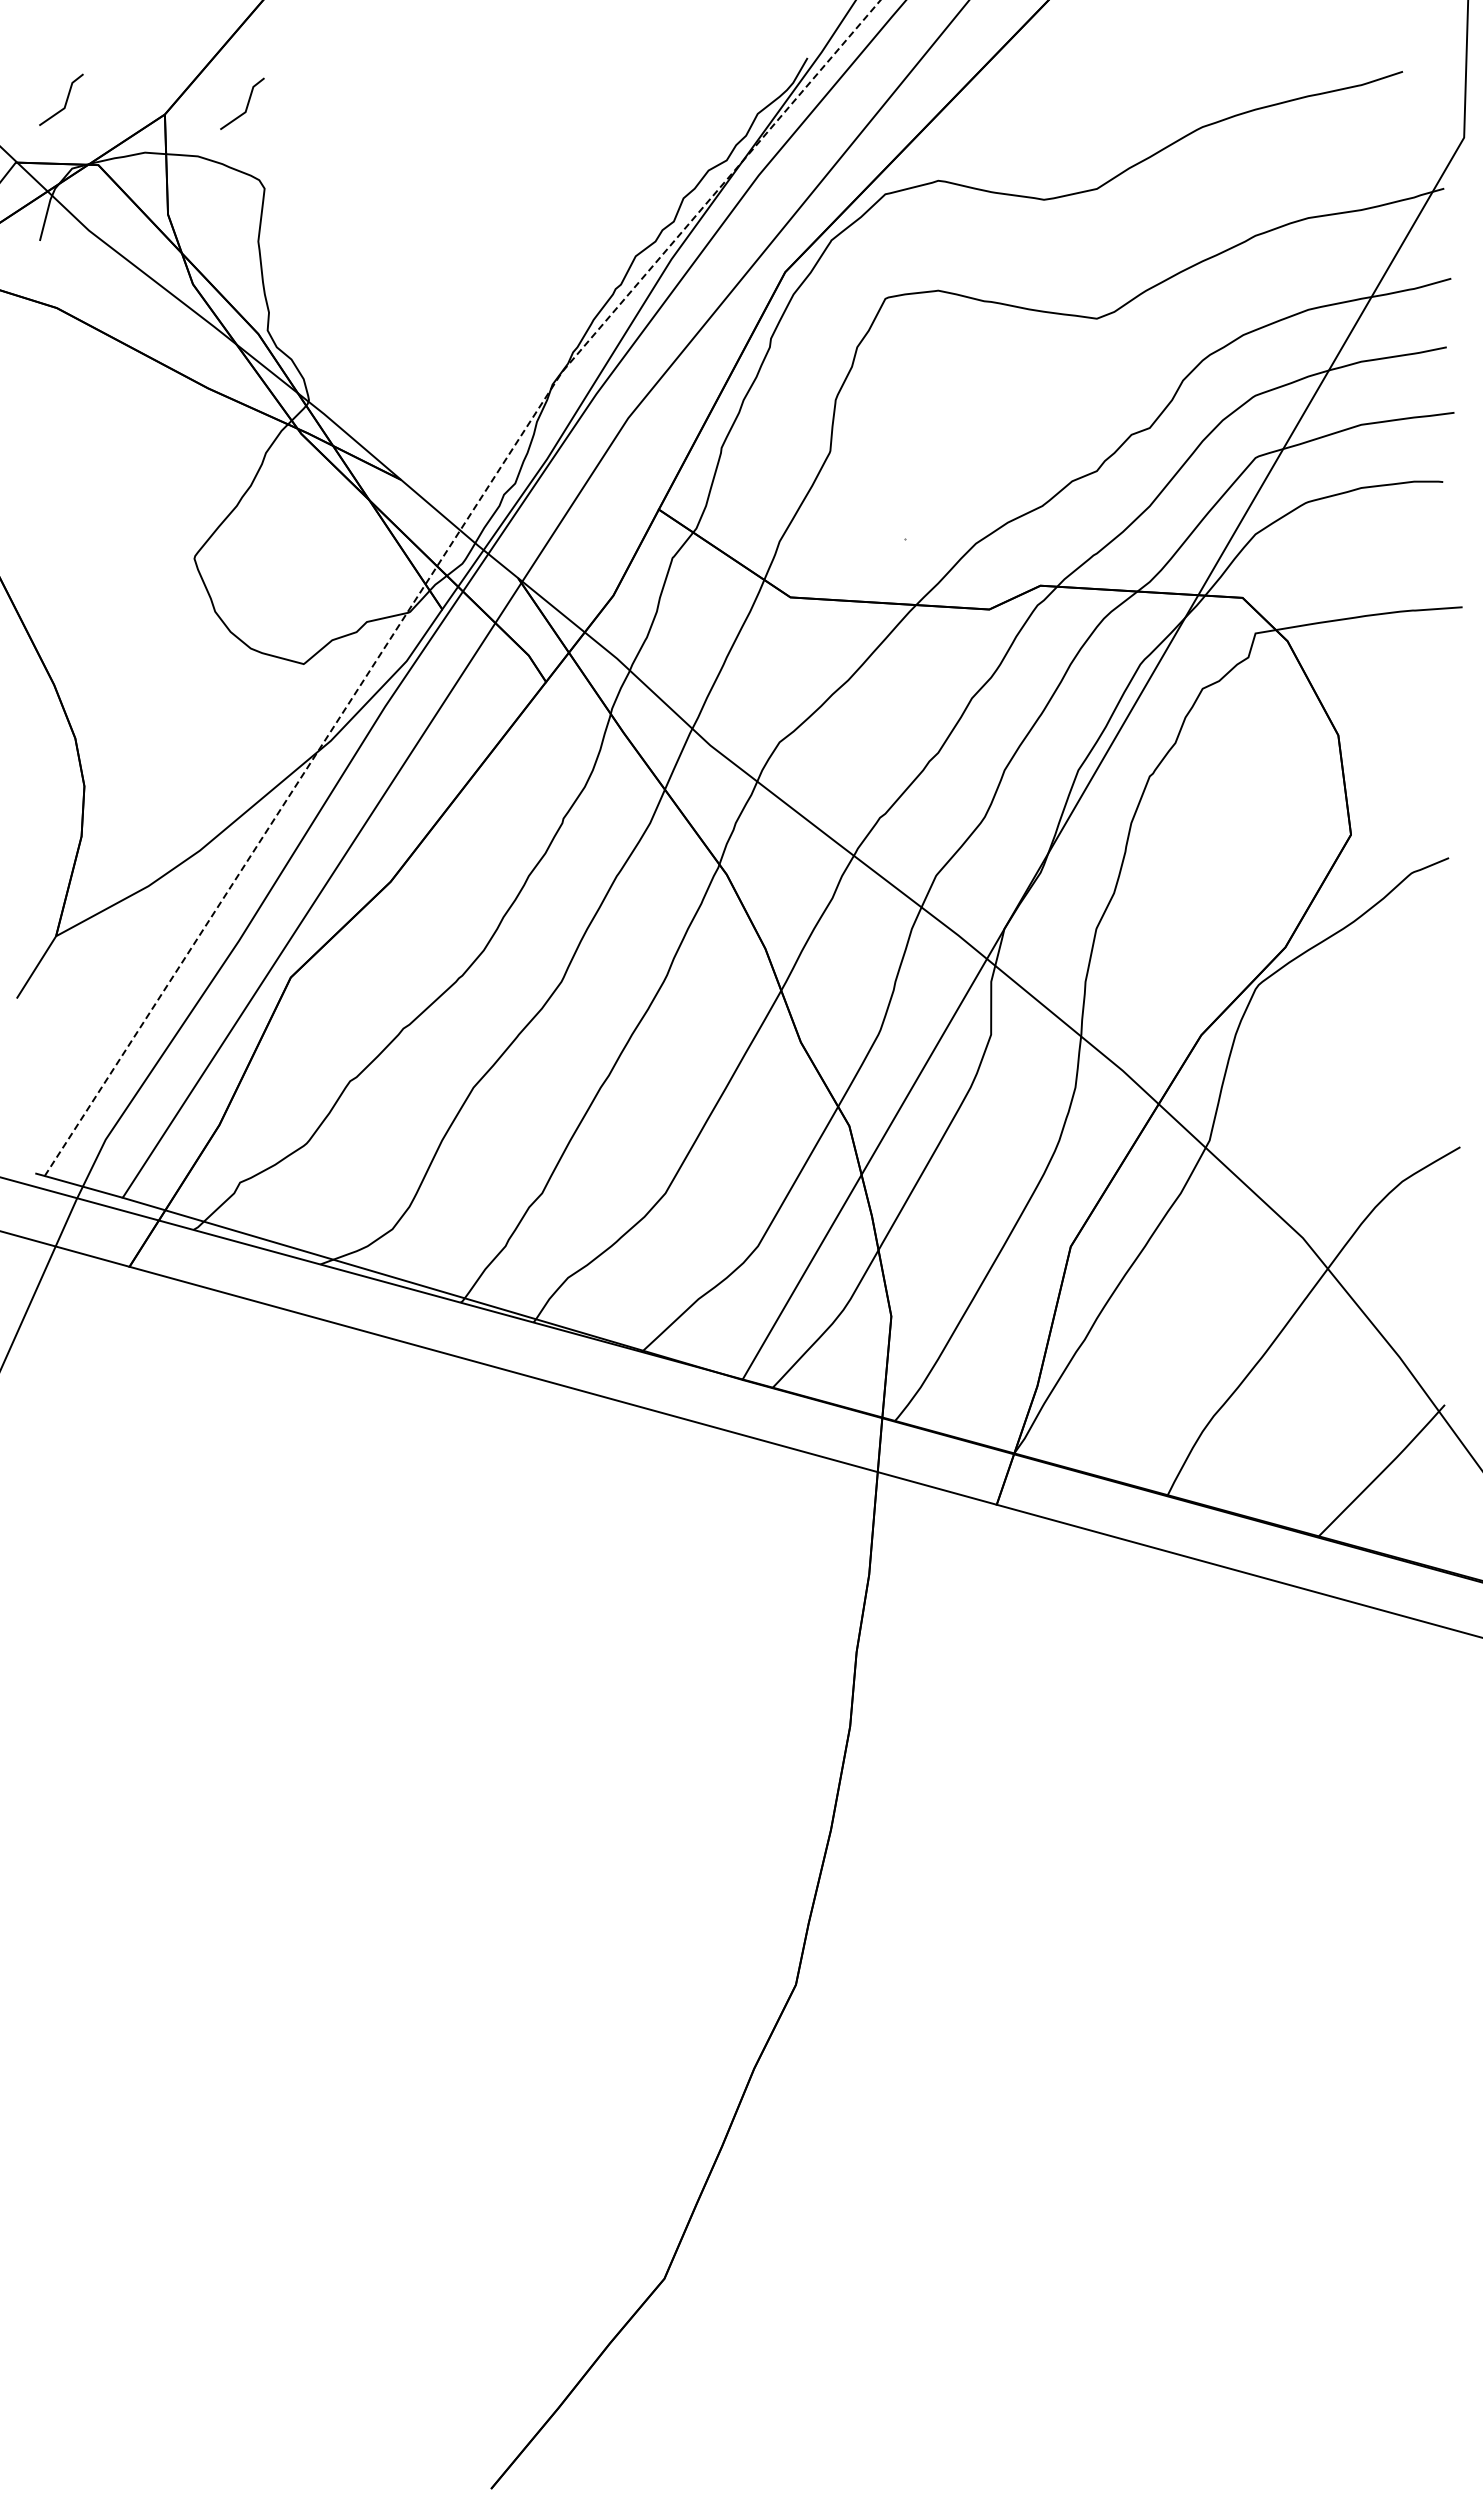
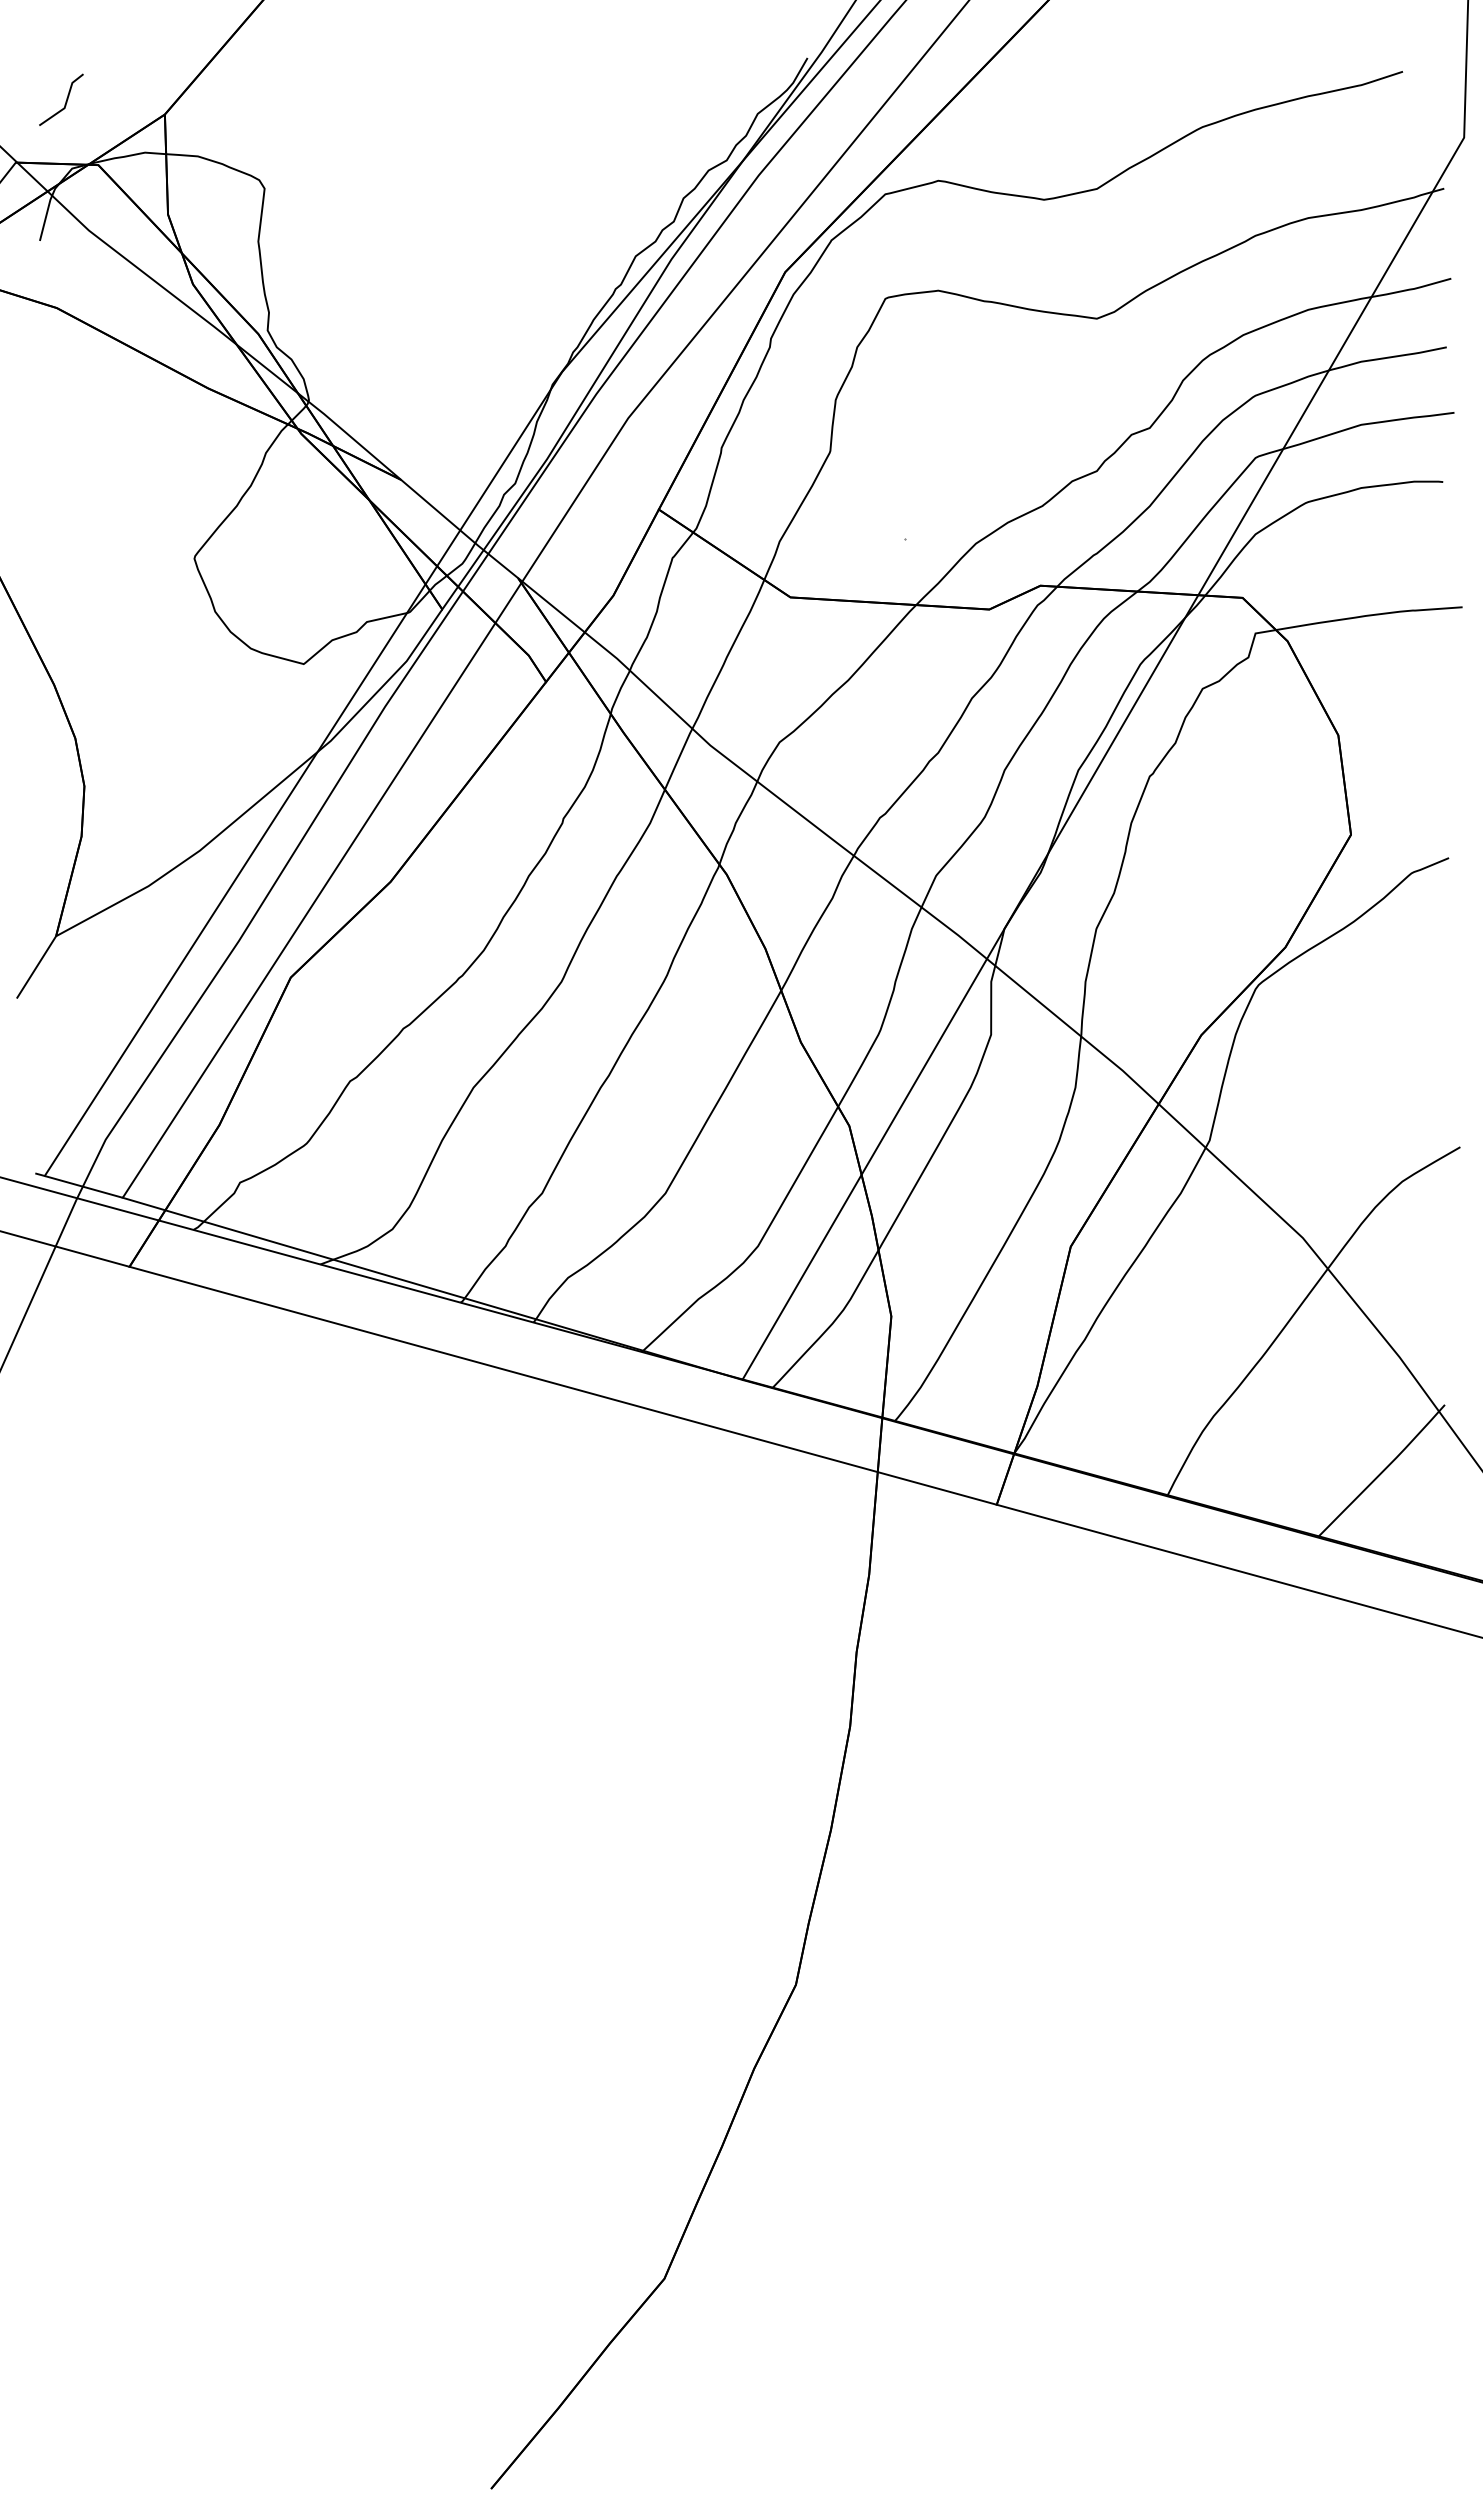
line at (246, 105): present -> none
line at (436, 567): dashed -> solid
